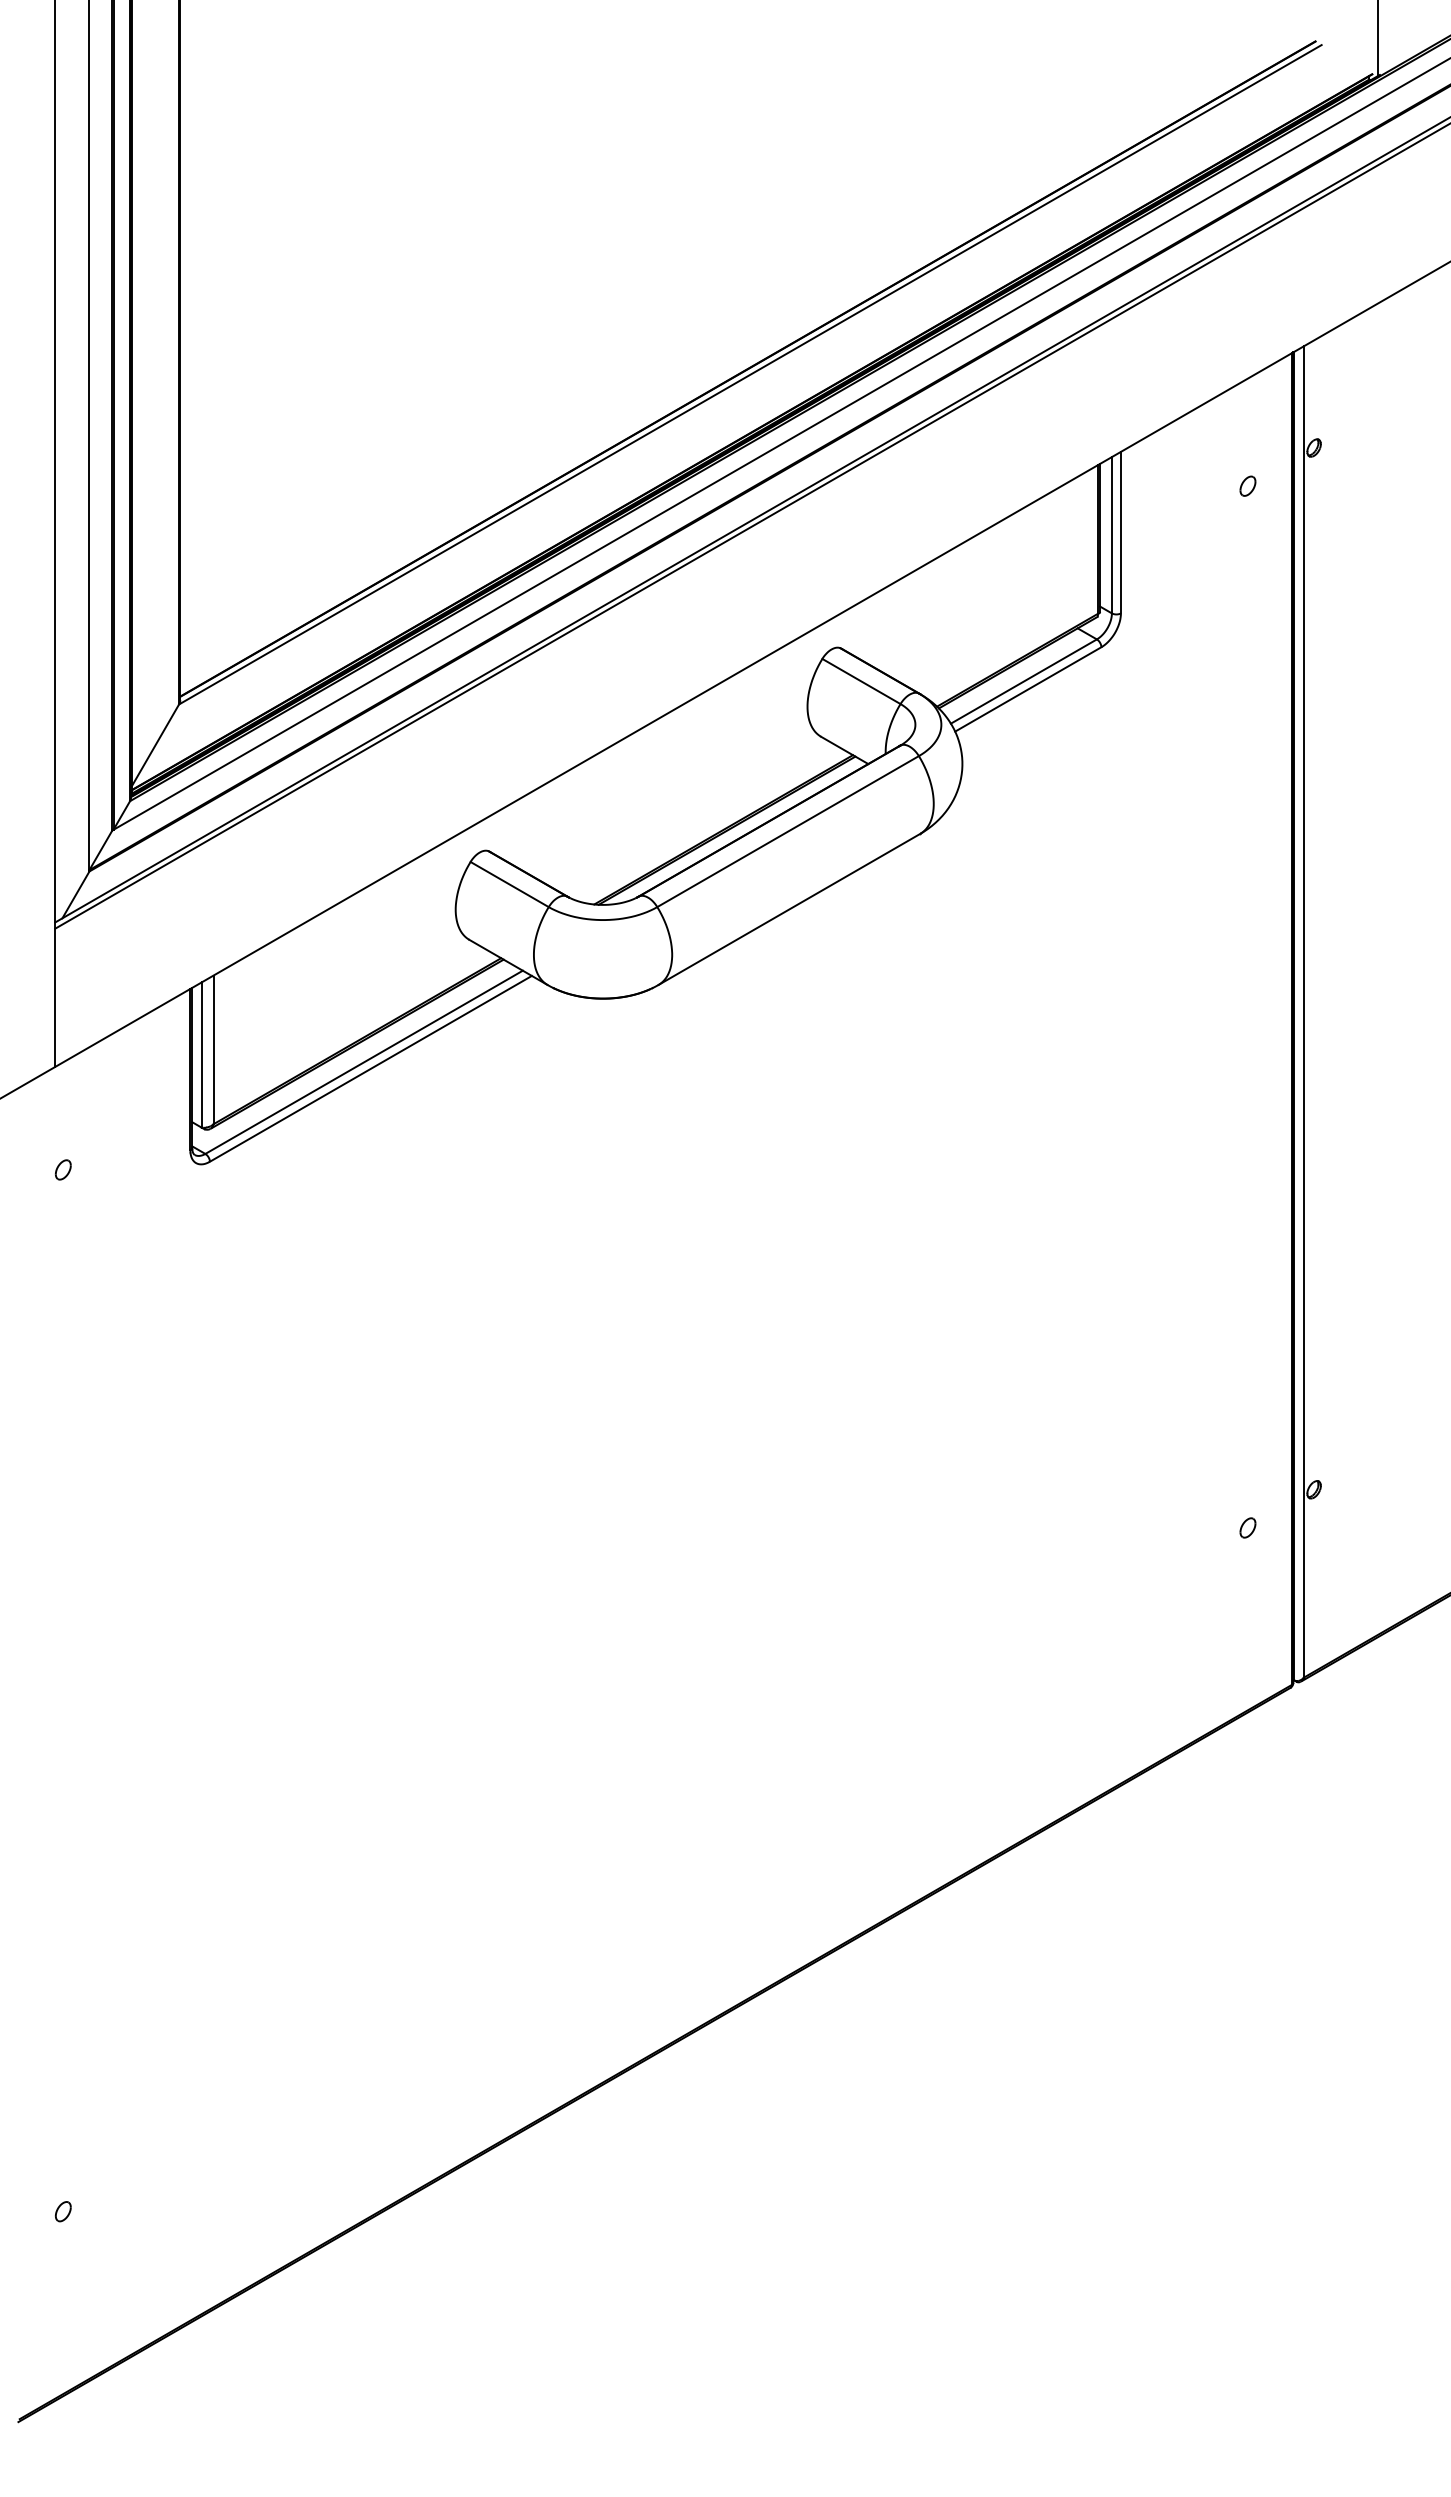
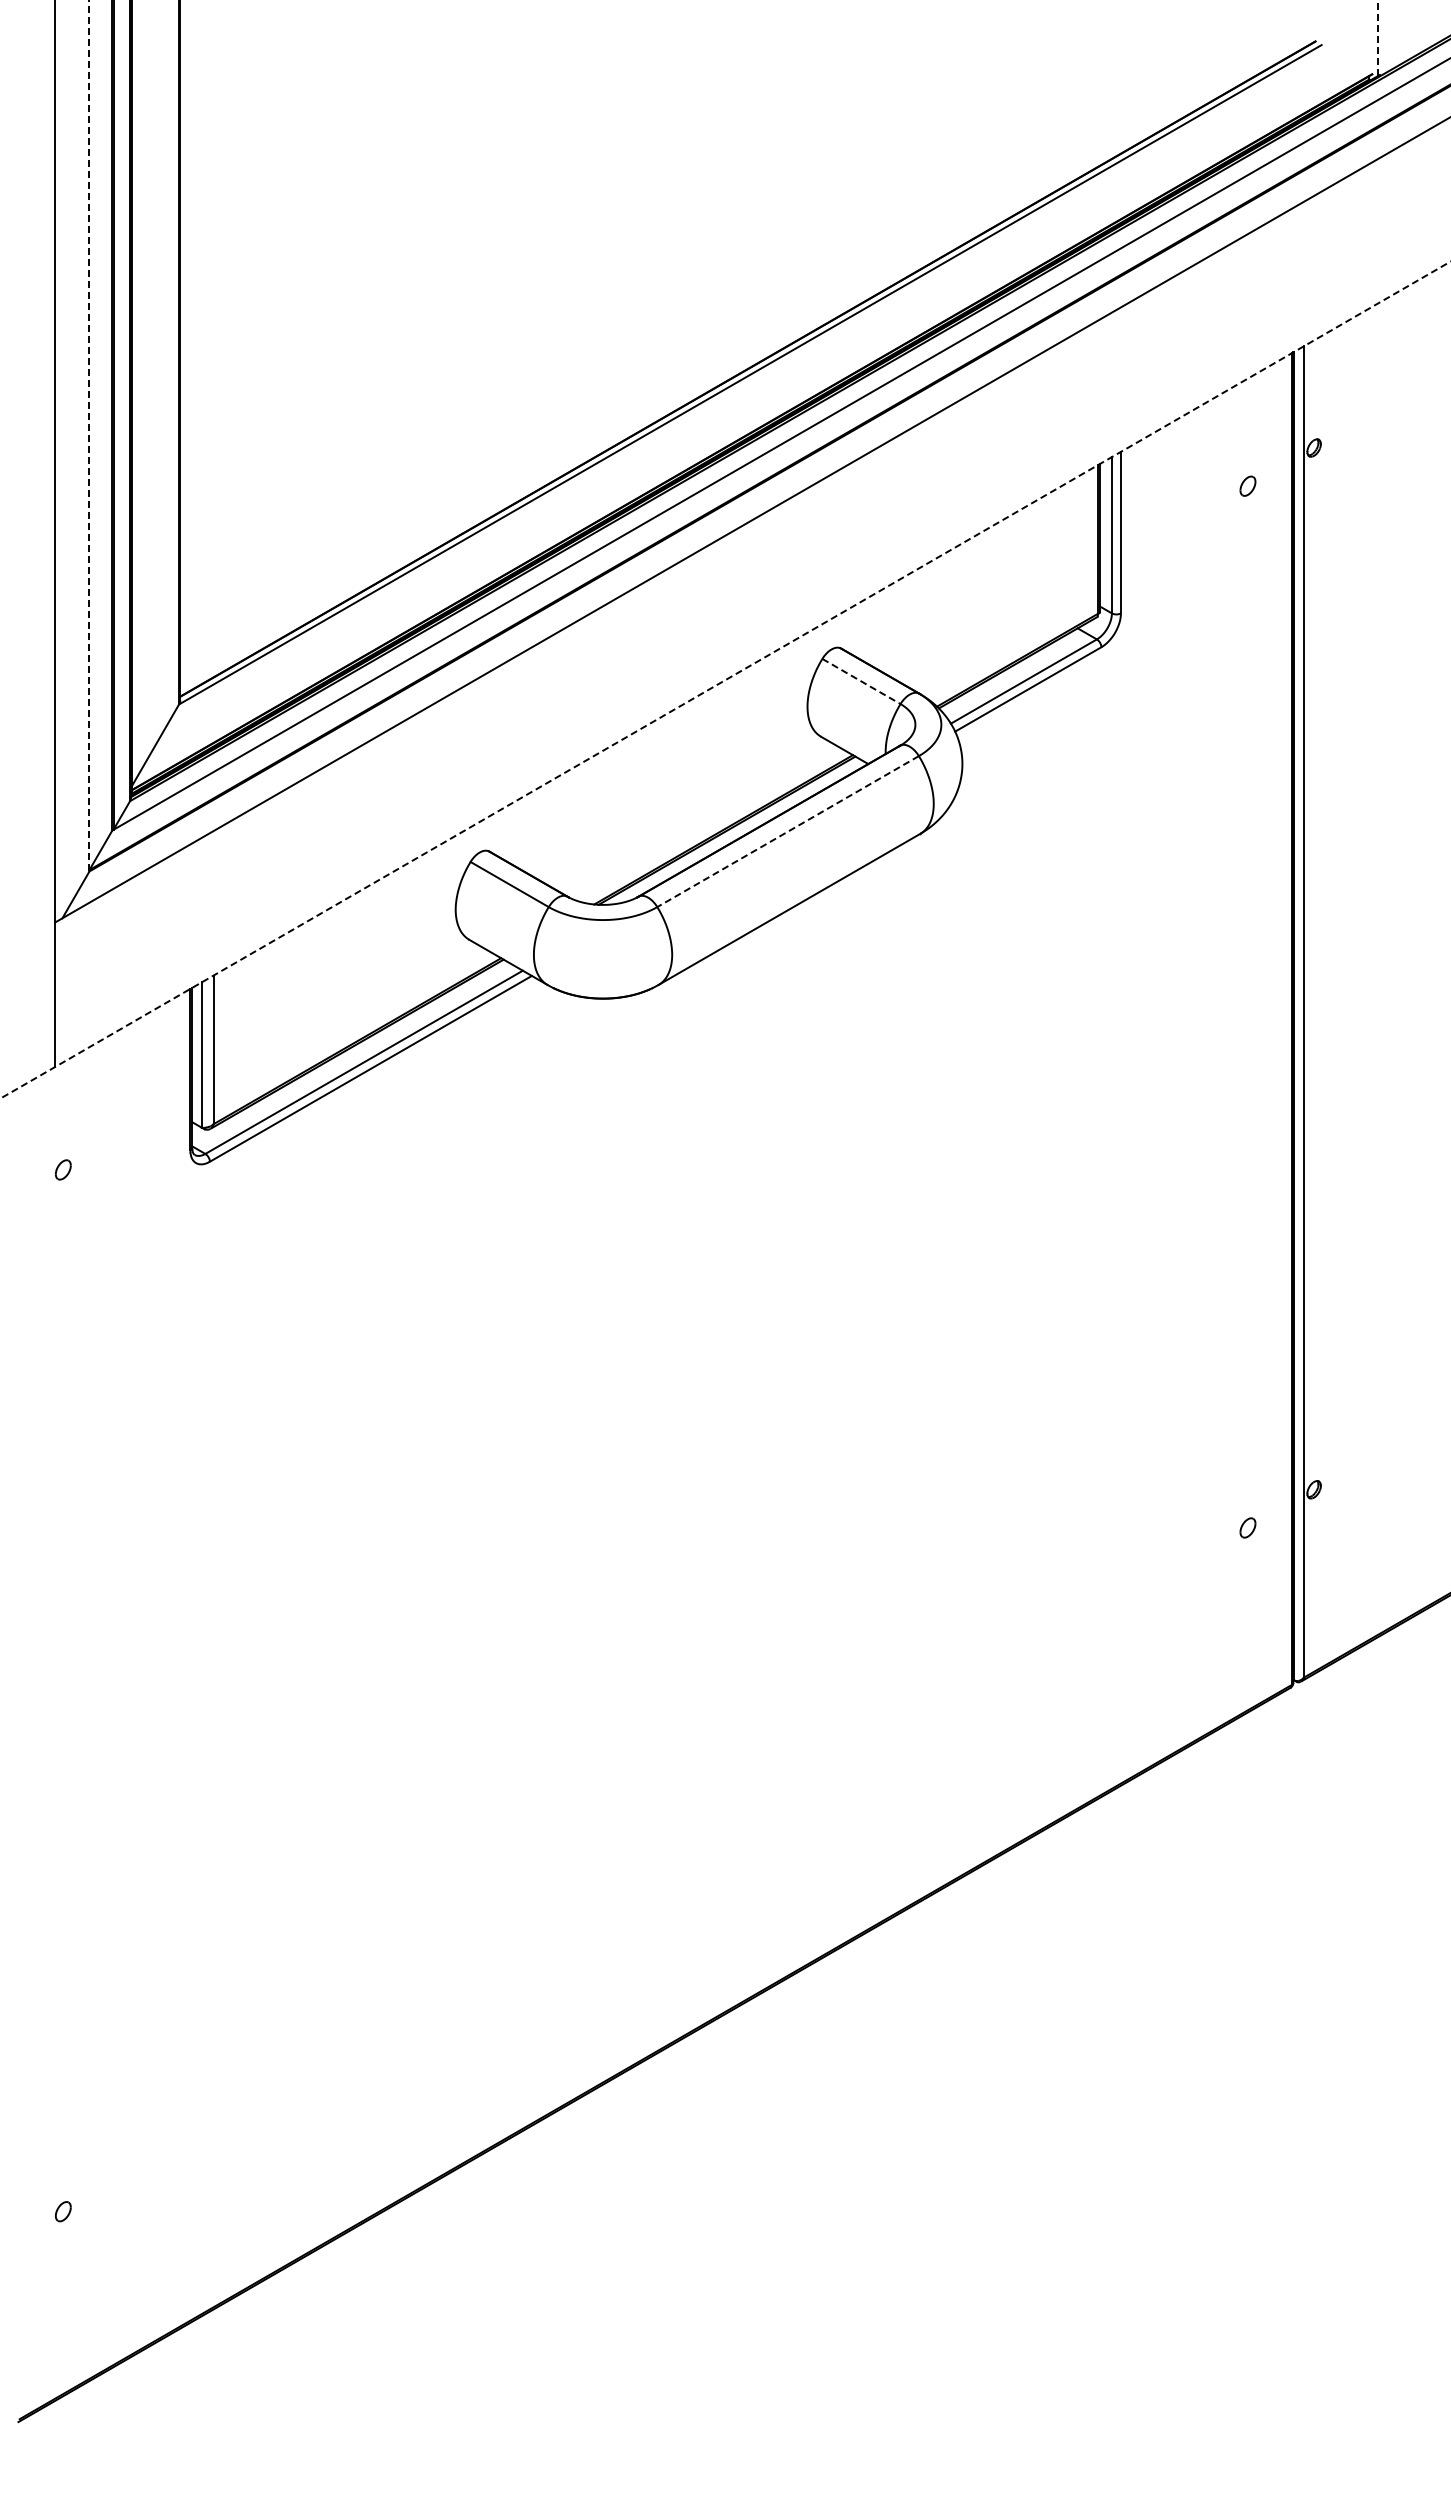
line at (1378, 37): solid -> dashed
line at (89, 435): solid -> dashed
line at (751, 526): present -> none
line at (725, 680): solid -> dashed
line at (861, 681): solid -> dashed
line at (787, 831): solid -> dashed
